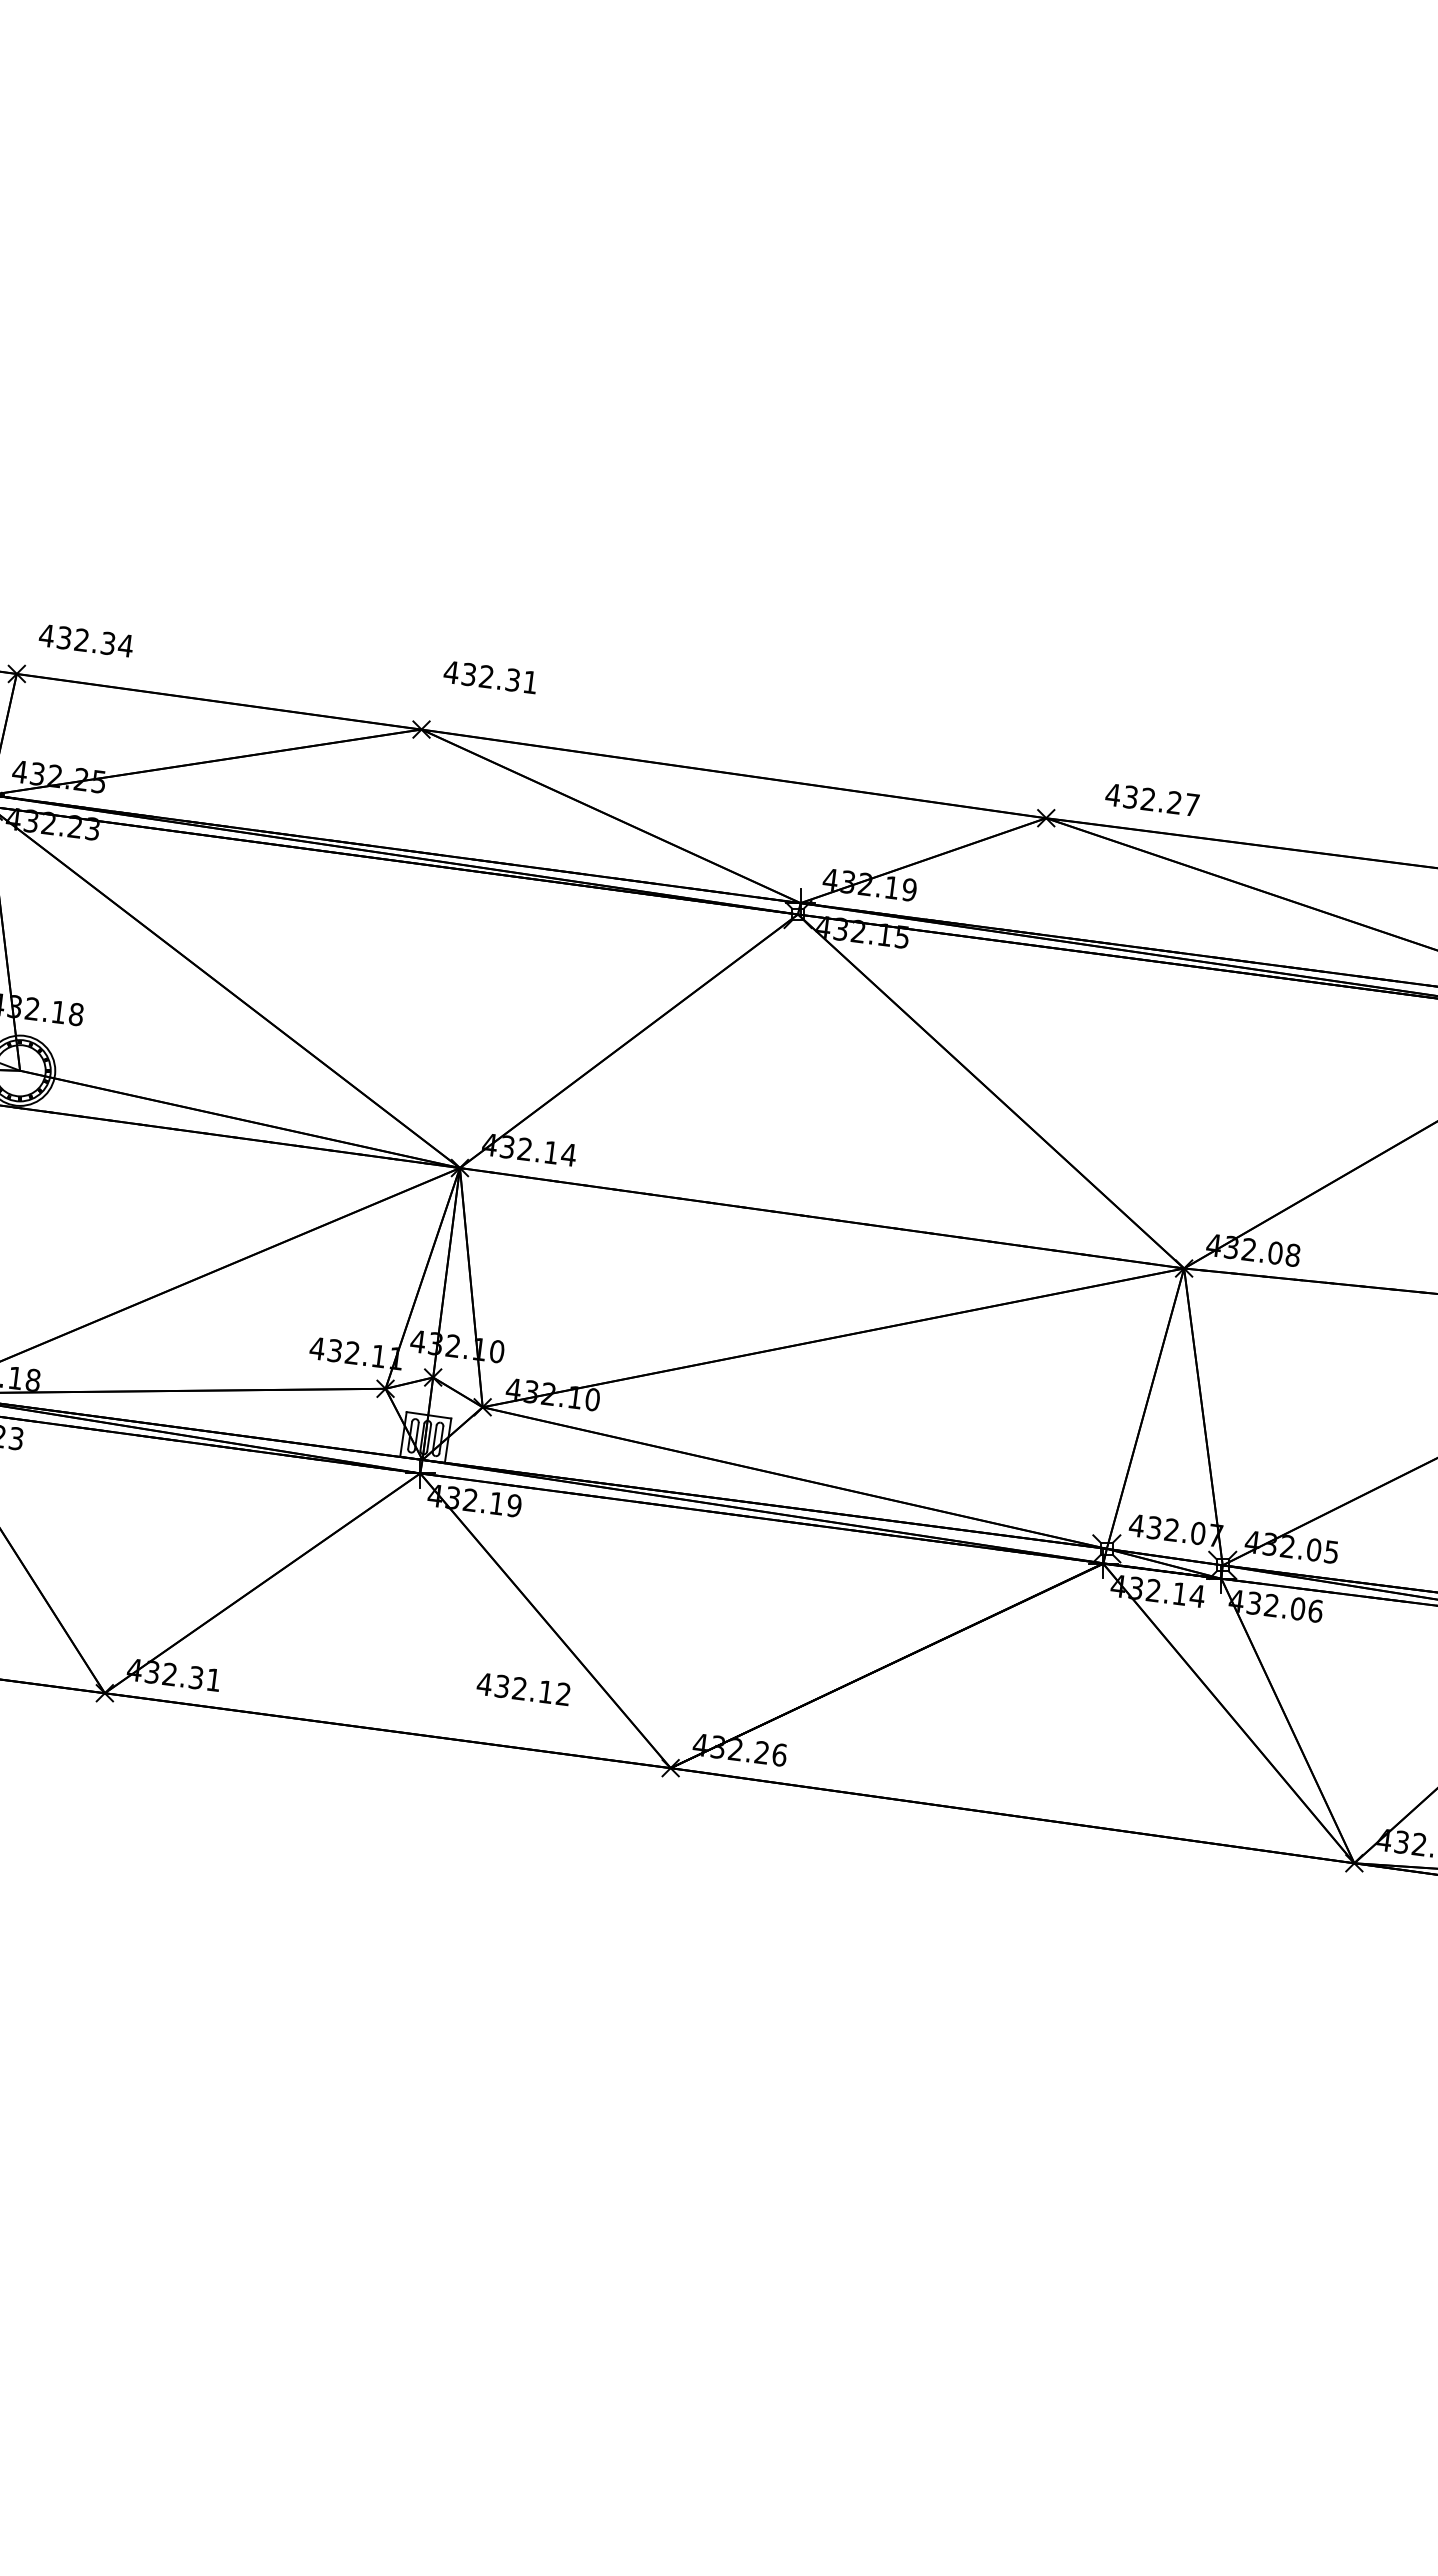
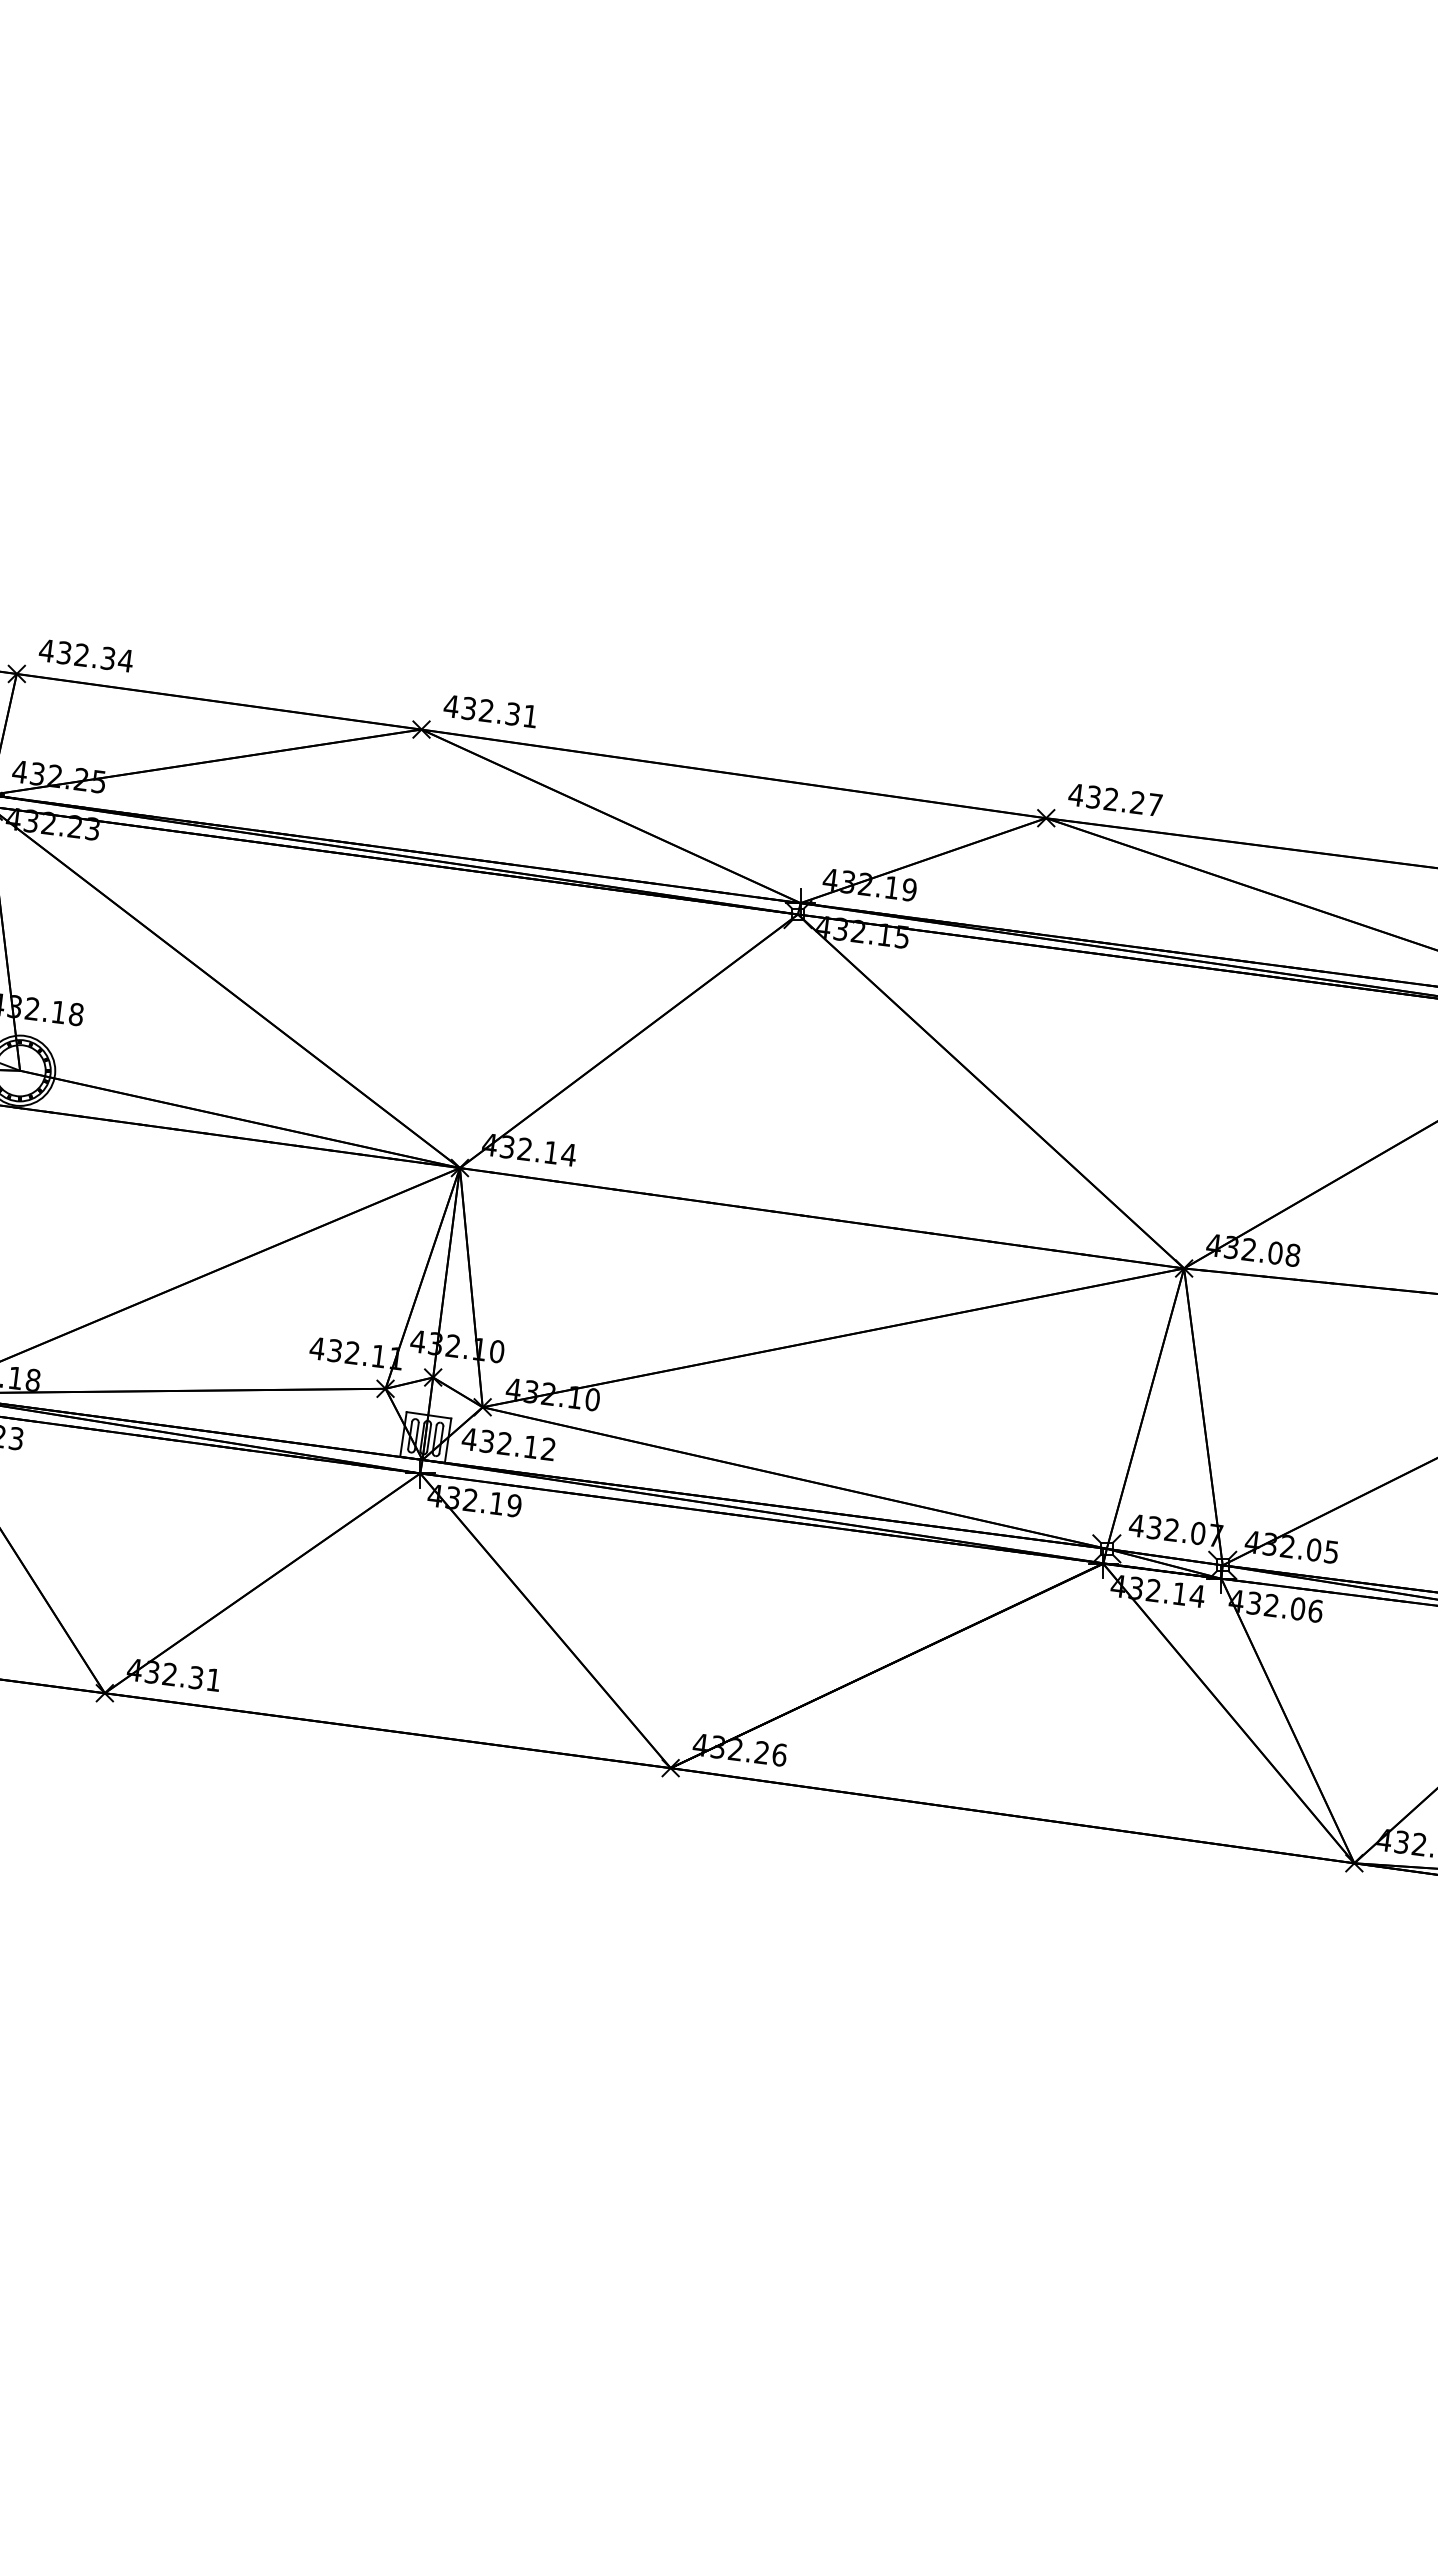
text at (85, 640) position: (85, 640) -> (85, 655)
text at (489, 677) position: (489, 677) -> (489, 711)
text at (1152, 799) position: (1152, 799) -> (1115, 799)
text at (523, 1689) position: (523, 1689) -> (508, 1444)
